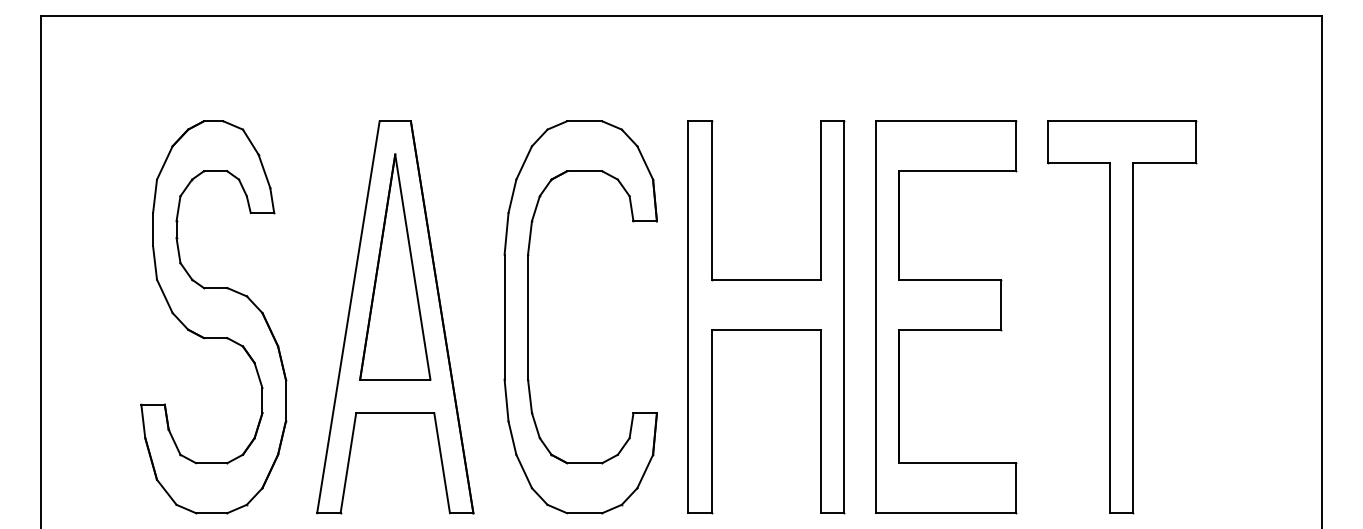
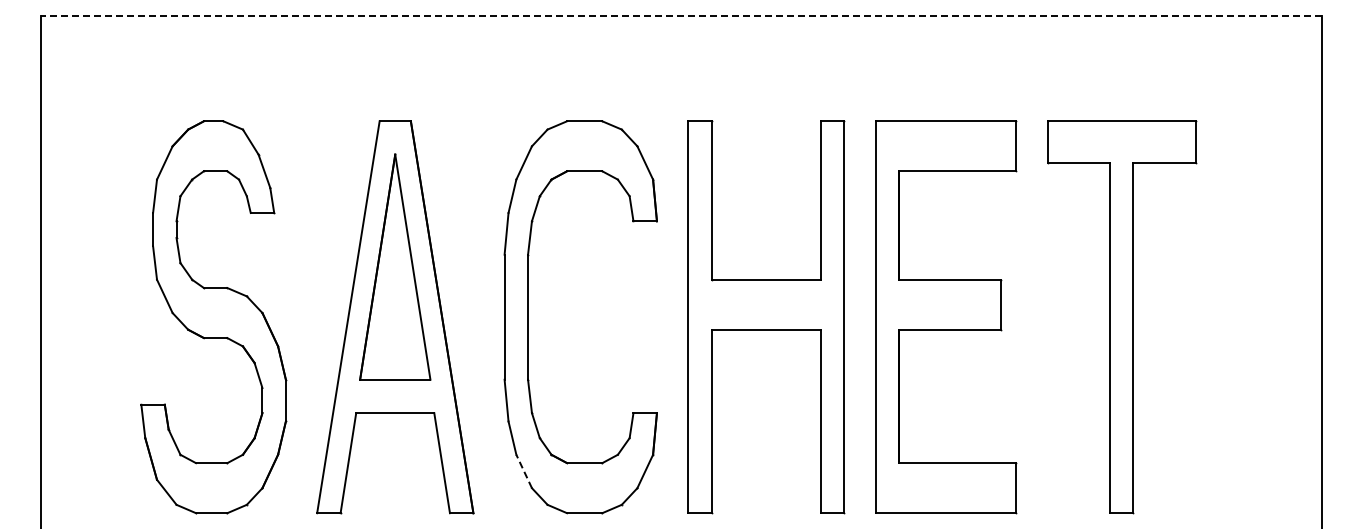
line at (681, 15): solid -> dashed
line at (523, 471): solid -> dashed
